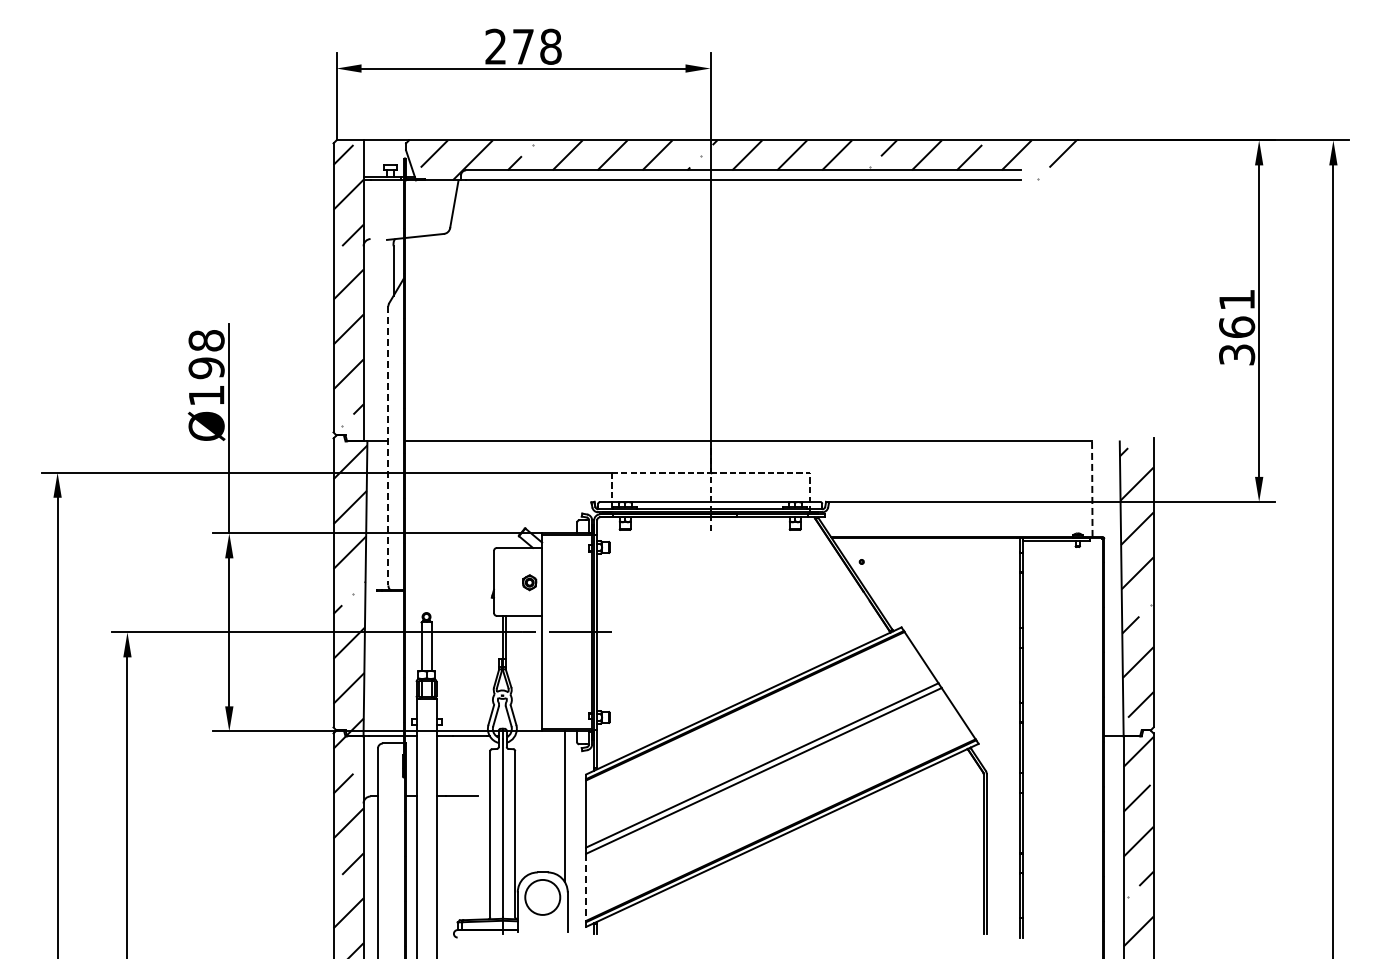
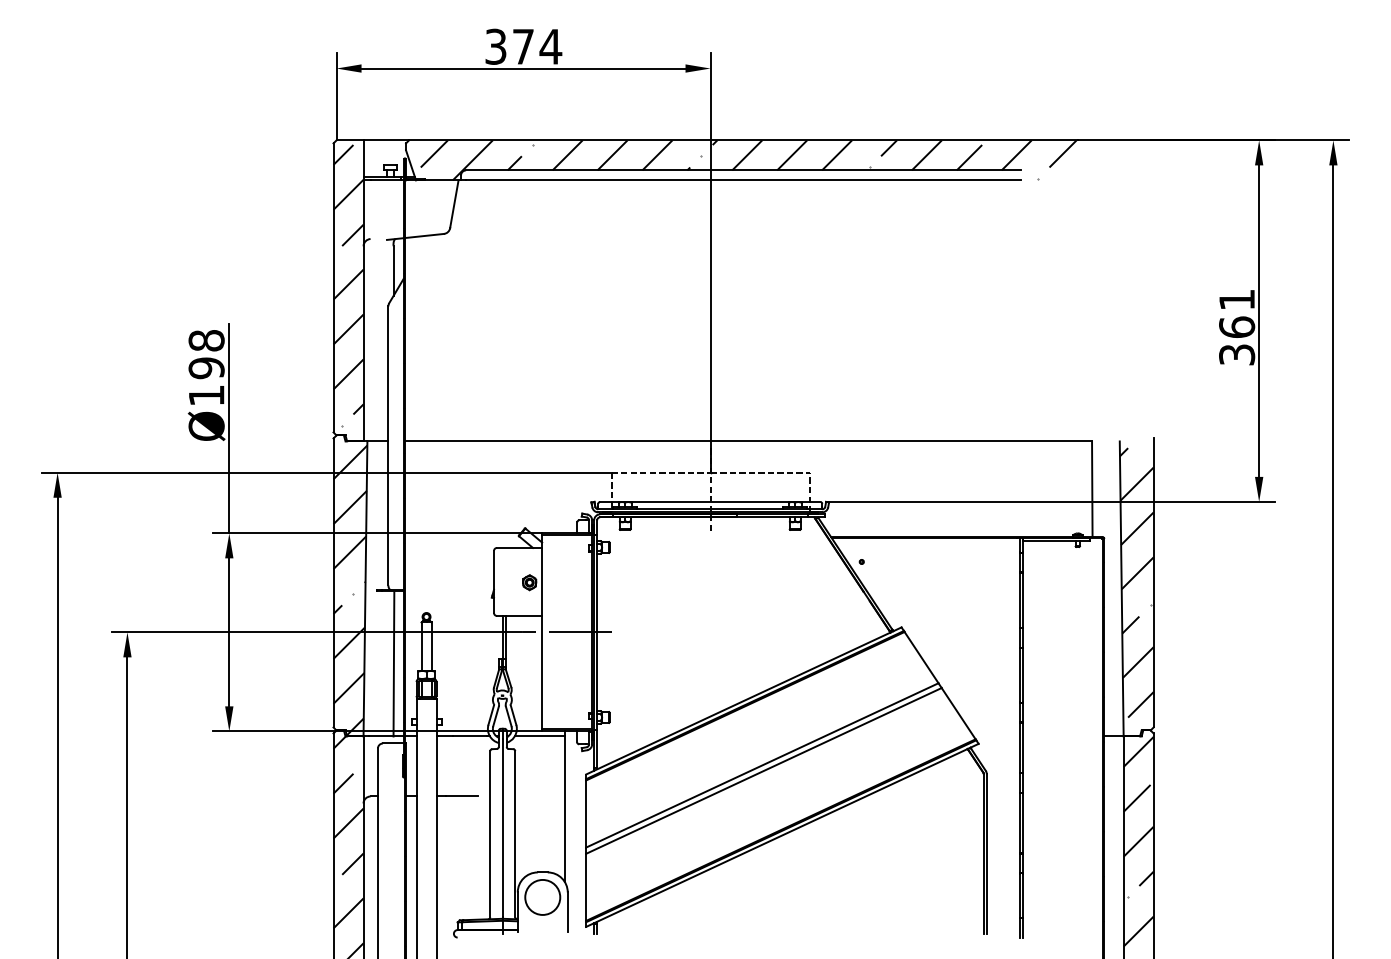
text at (523, 46): 278 -> 374
line at (388, 446): dashed -> solid
line at (1092, 489): dashed -> solid
line at (393, 663): none -> present
line at (539, 736): none -> present
line at (586, 887): dashed -> solid
